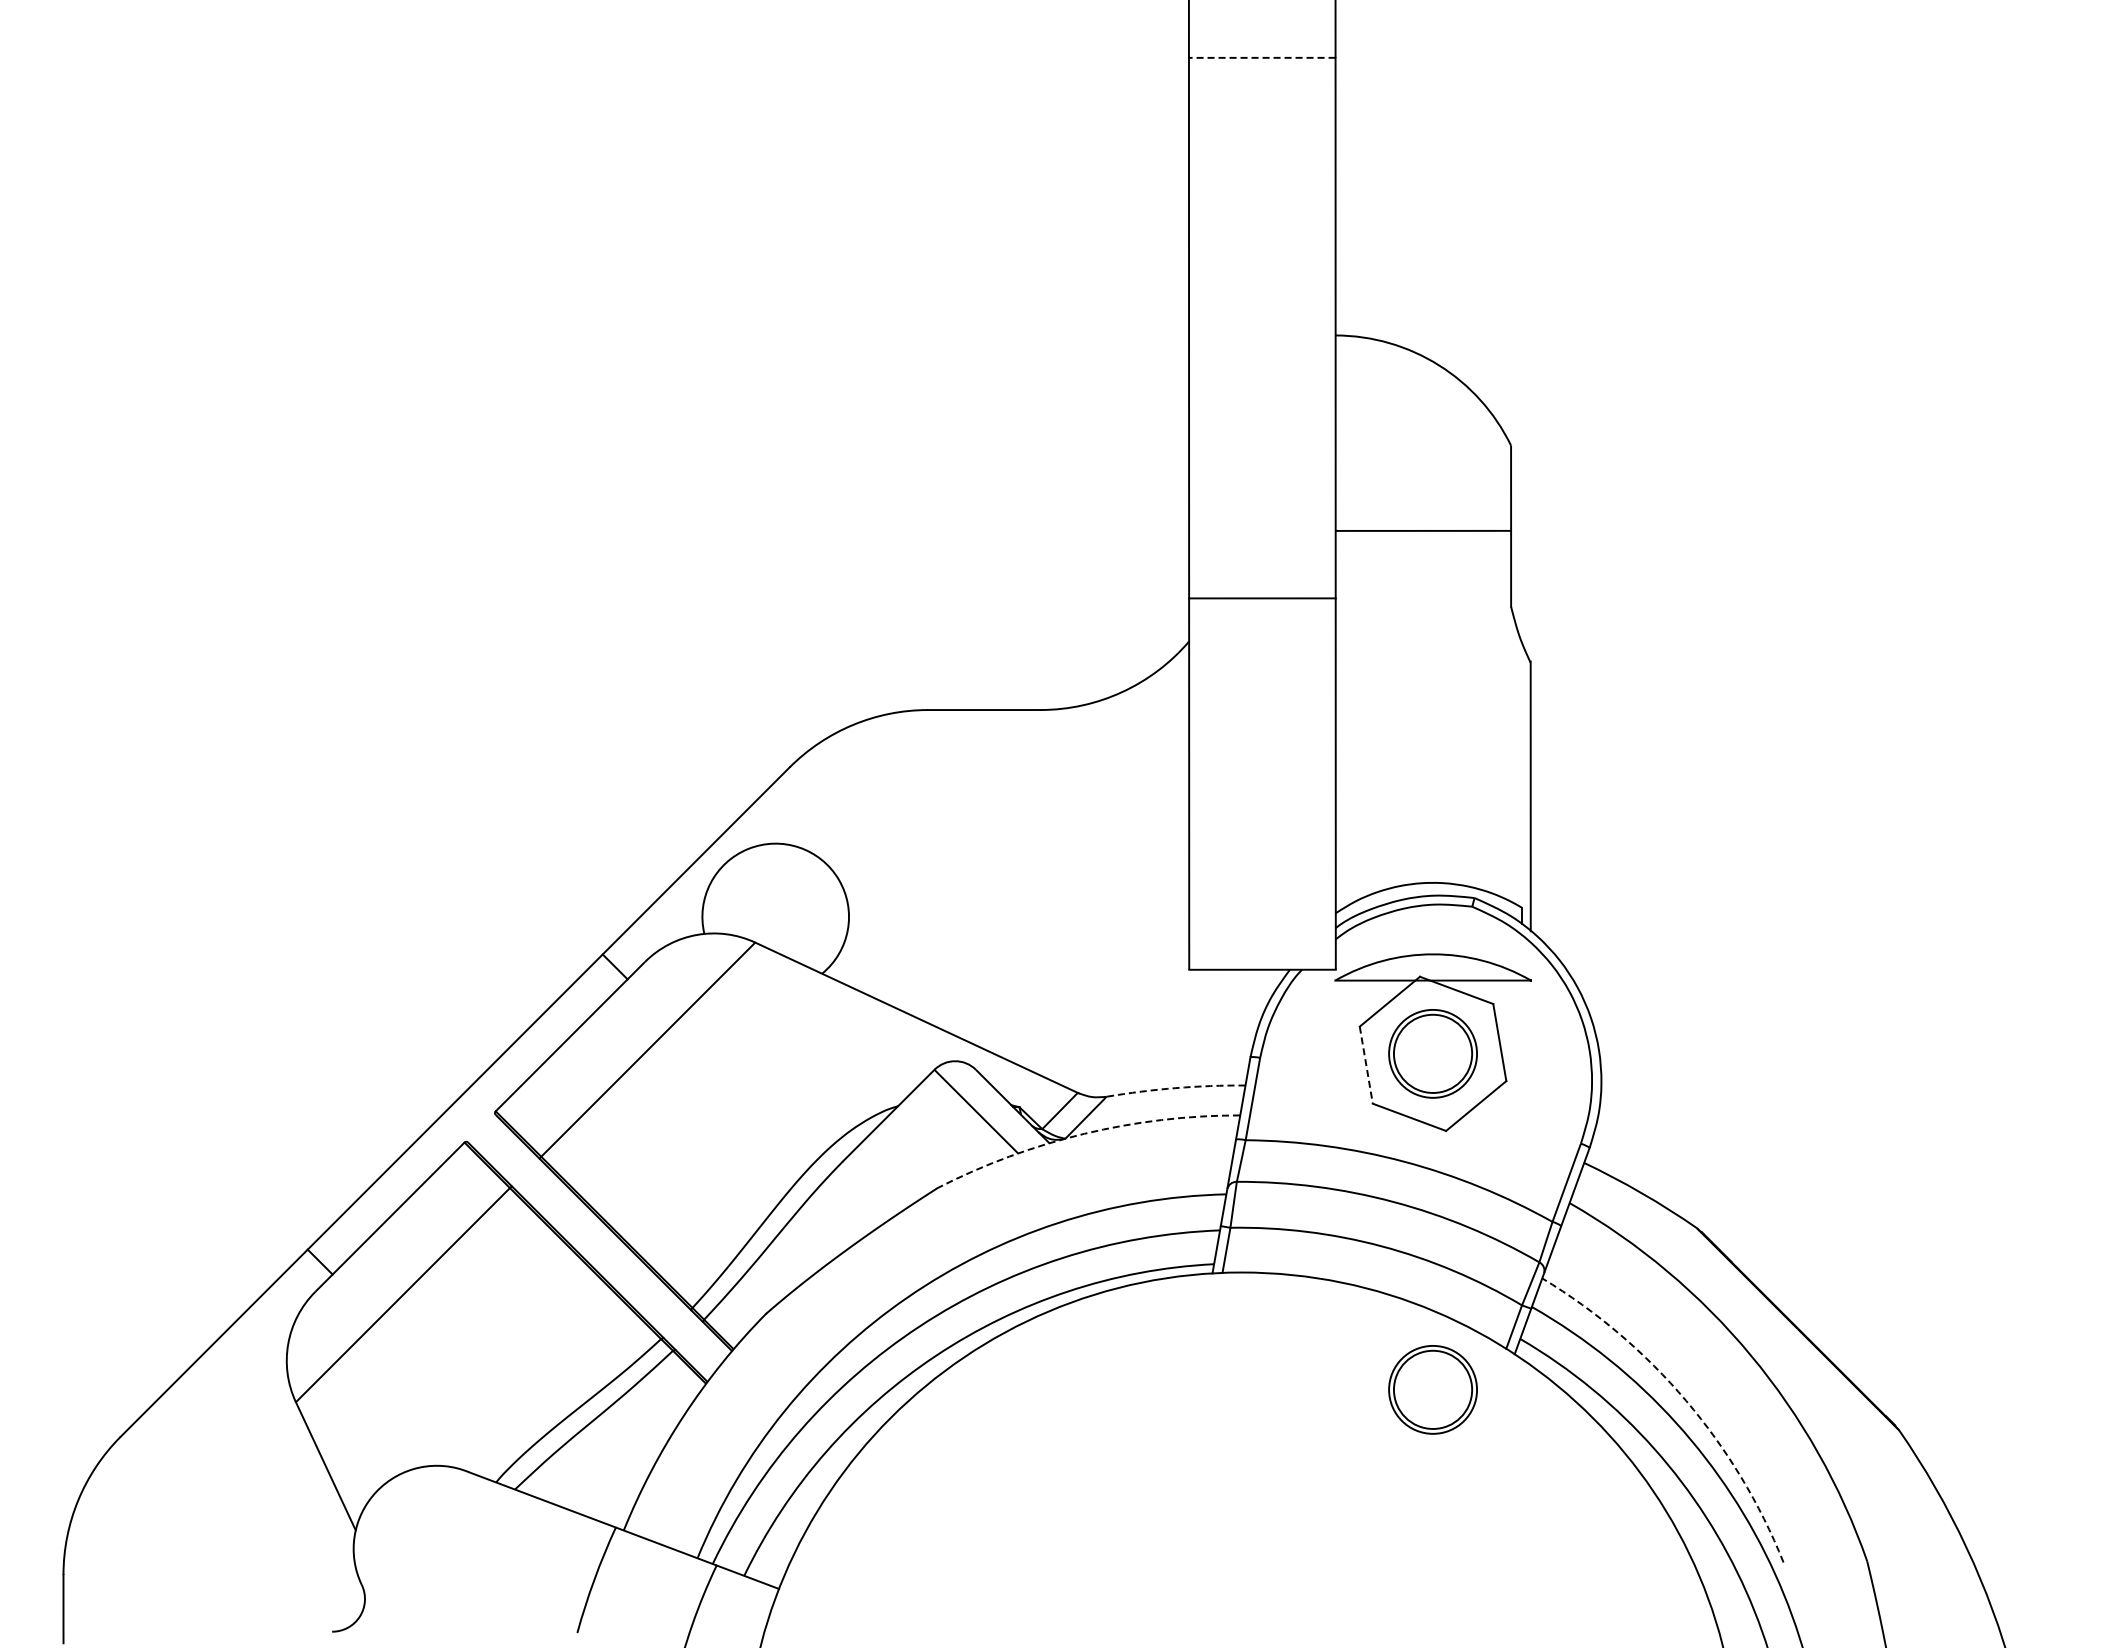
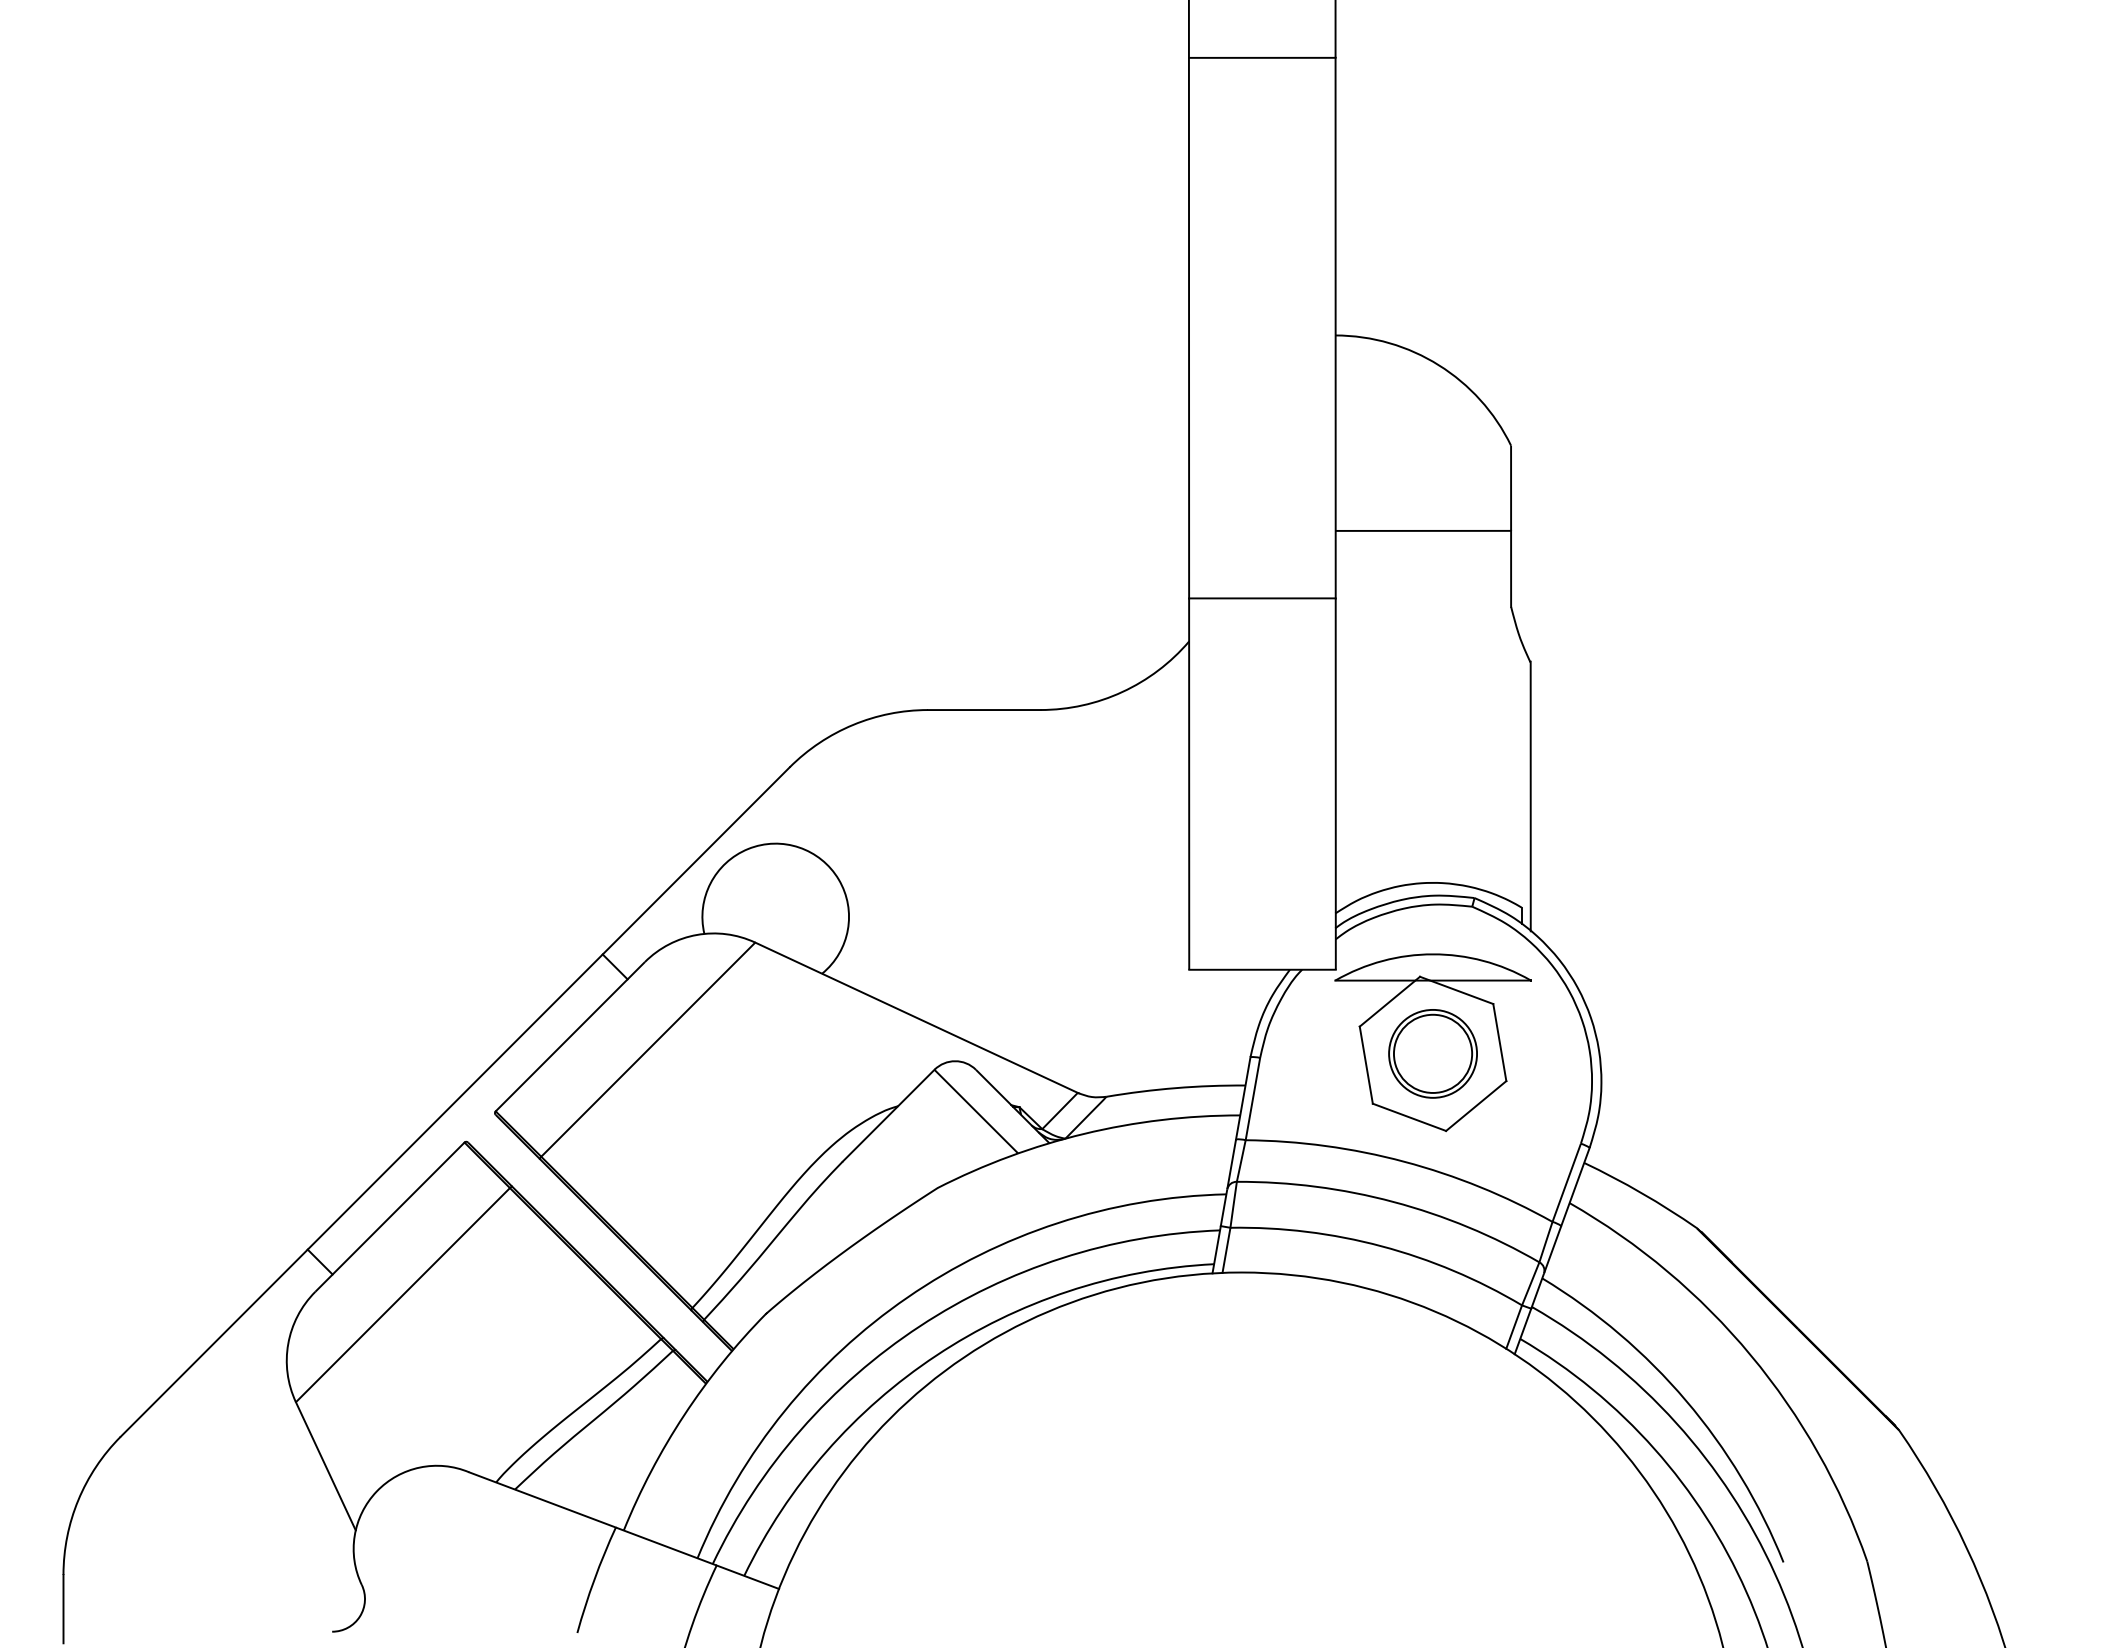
line at (1261, 57): dashed -> solid
line at (1366, 1065): dashed -> solid
arc at (1175, 1088): dashed -> solid
arc at (1084, 1133): dashed -> solid
part at (1432, 1389): present -> none
arc at (1686, 1400): dashed -> solid
